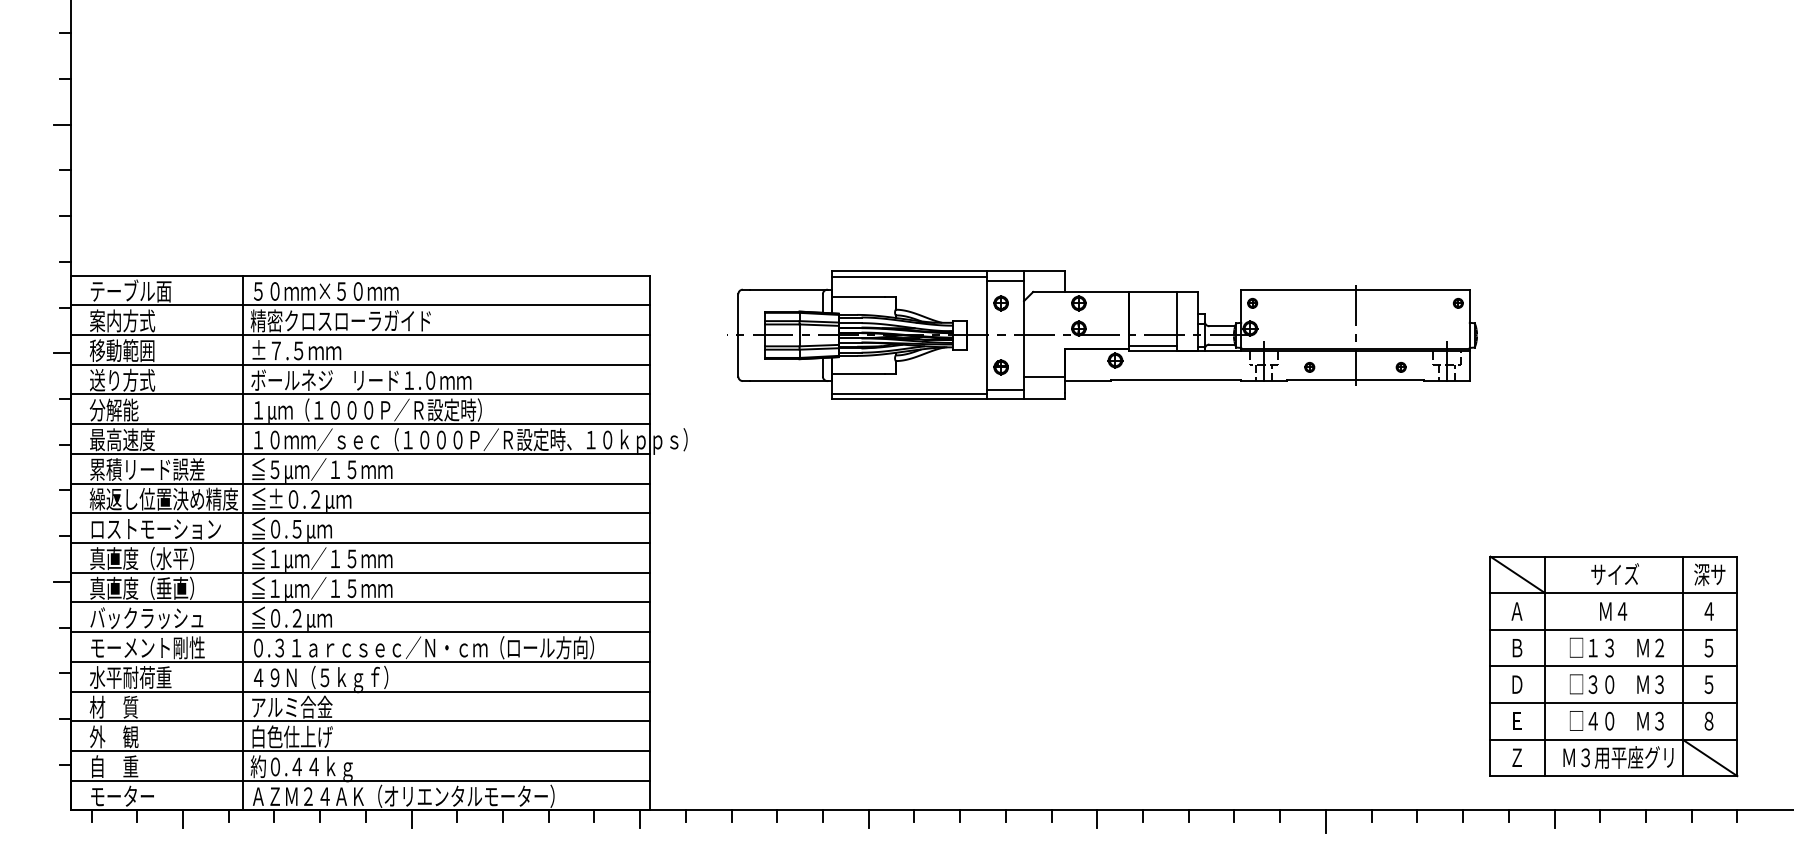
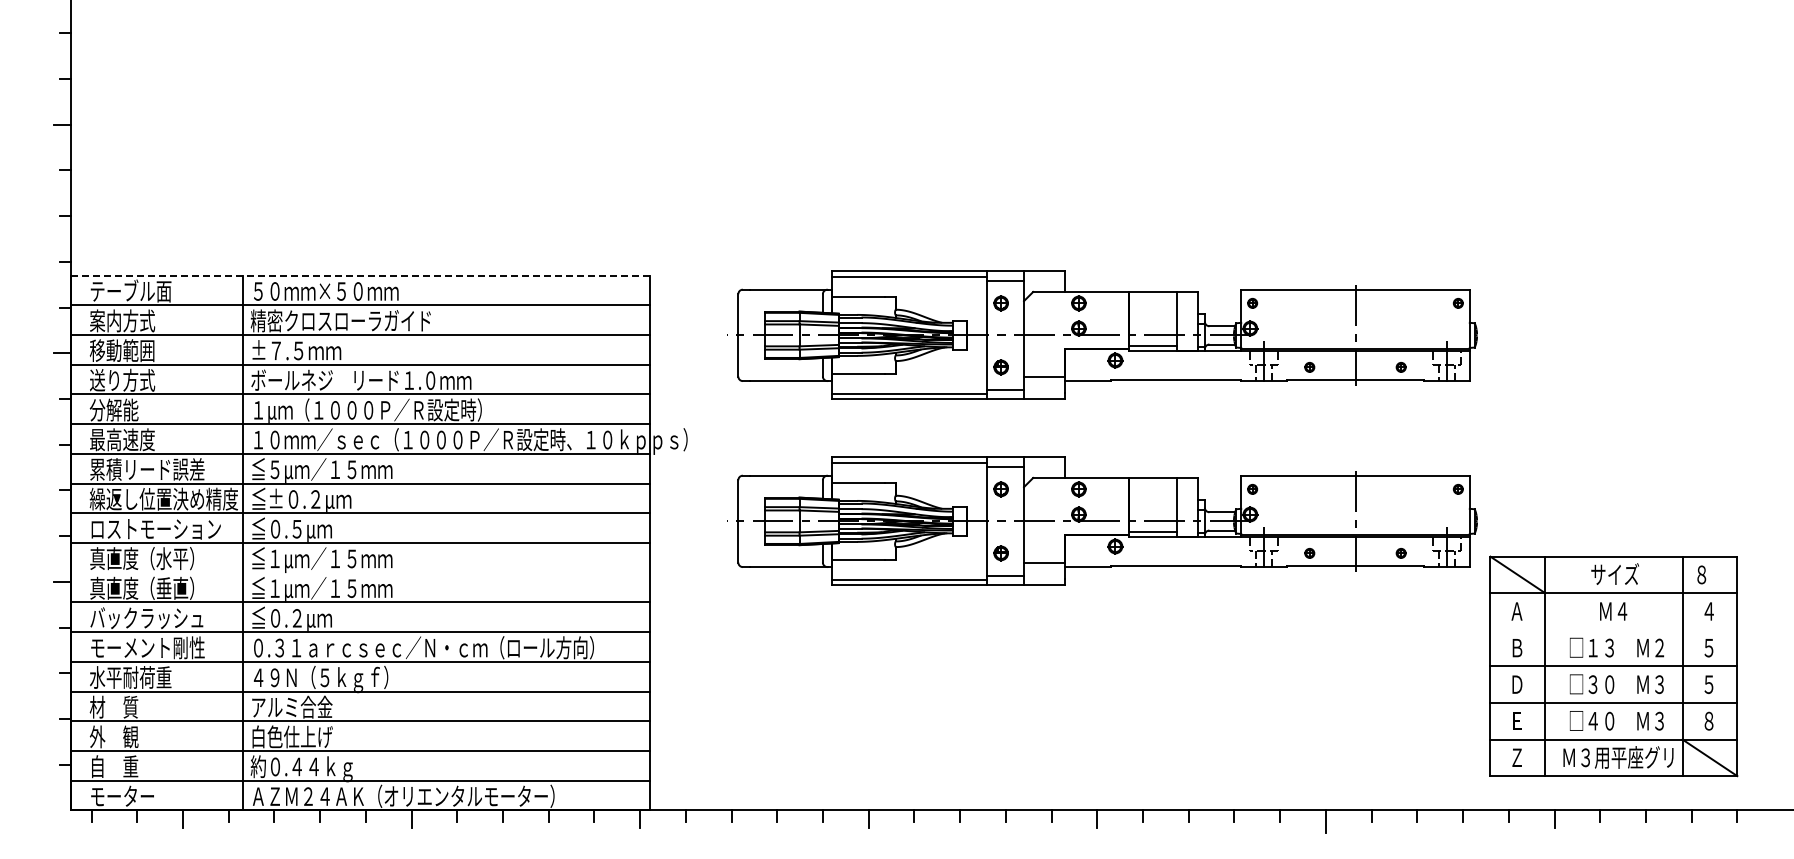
line at (360, 275): solid -> dashed
part at (1102, 520): none -> present
line at (359, 572): present -> none
text at (1709, 574): 深サ -> ８
line at (1613, 629): present -> none
